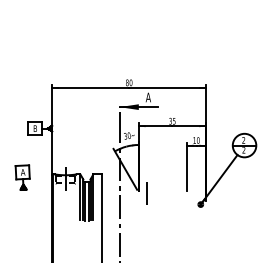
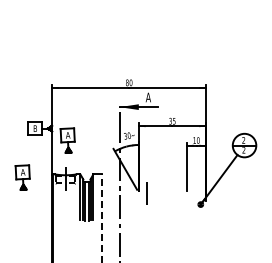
part at (67, 140): none -> present
line at (102, 218): solid -> dashed
